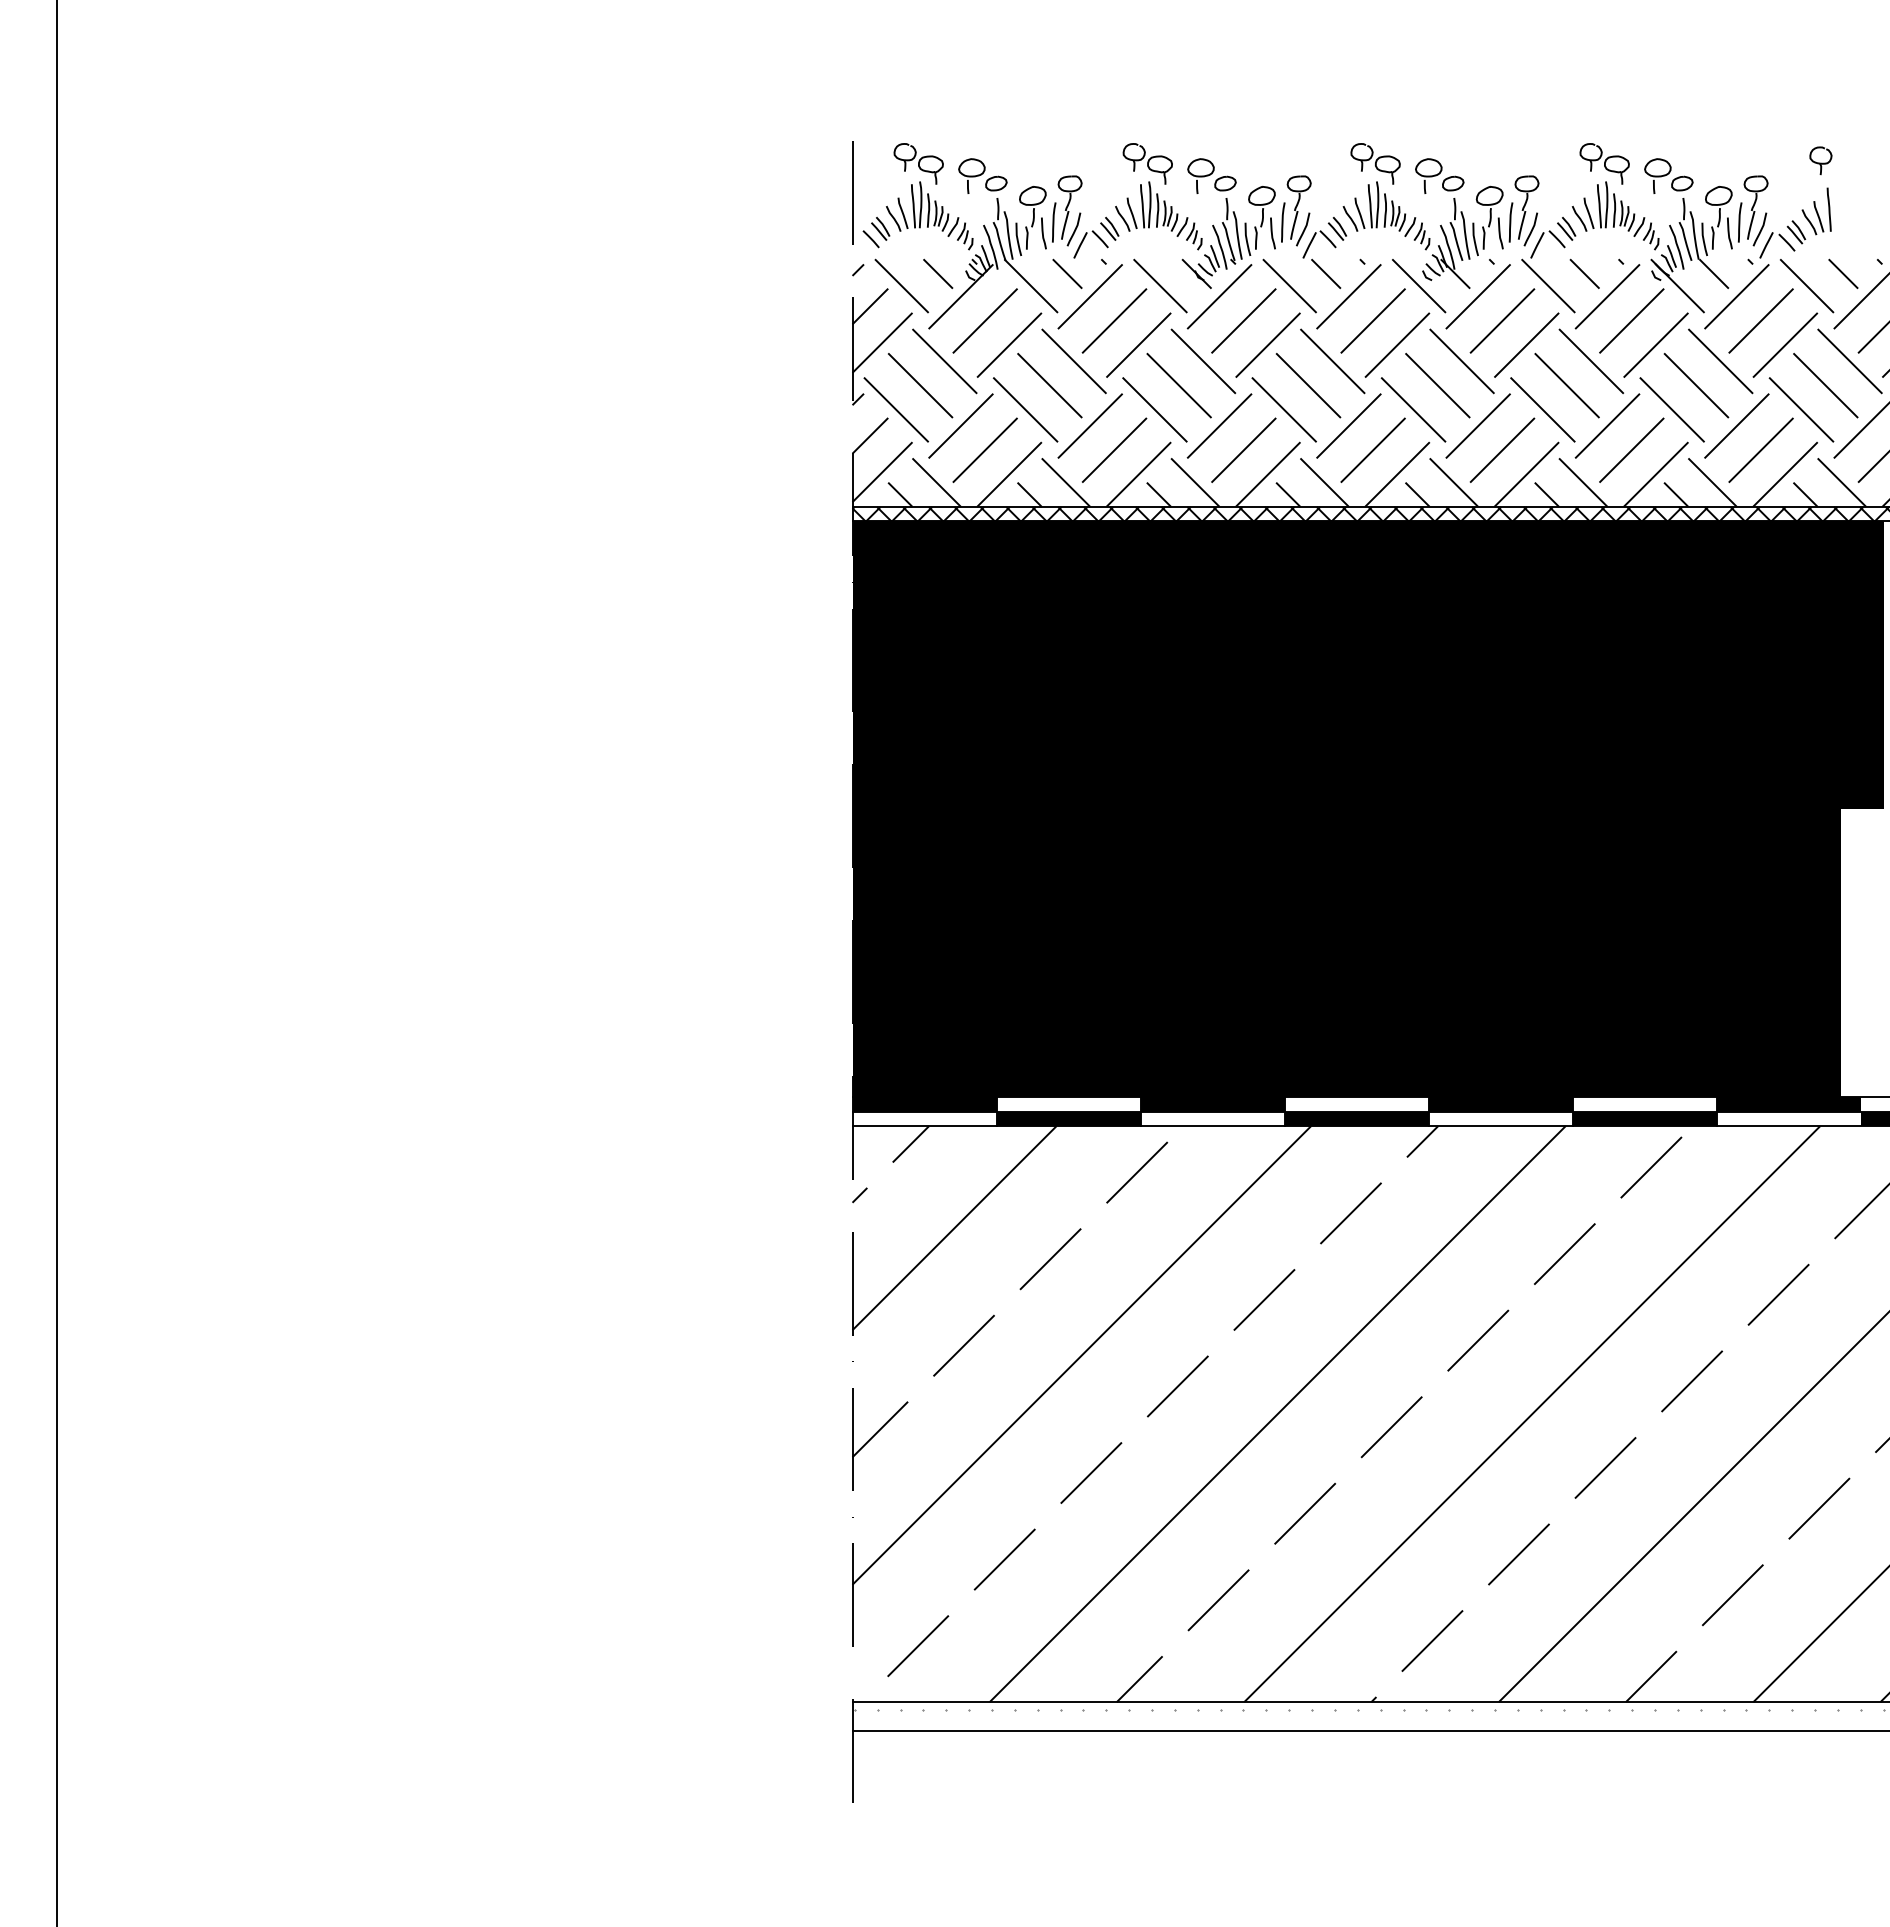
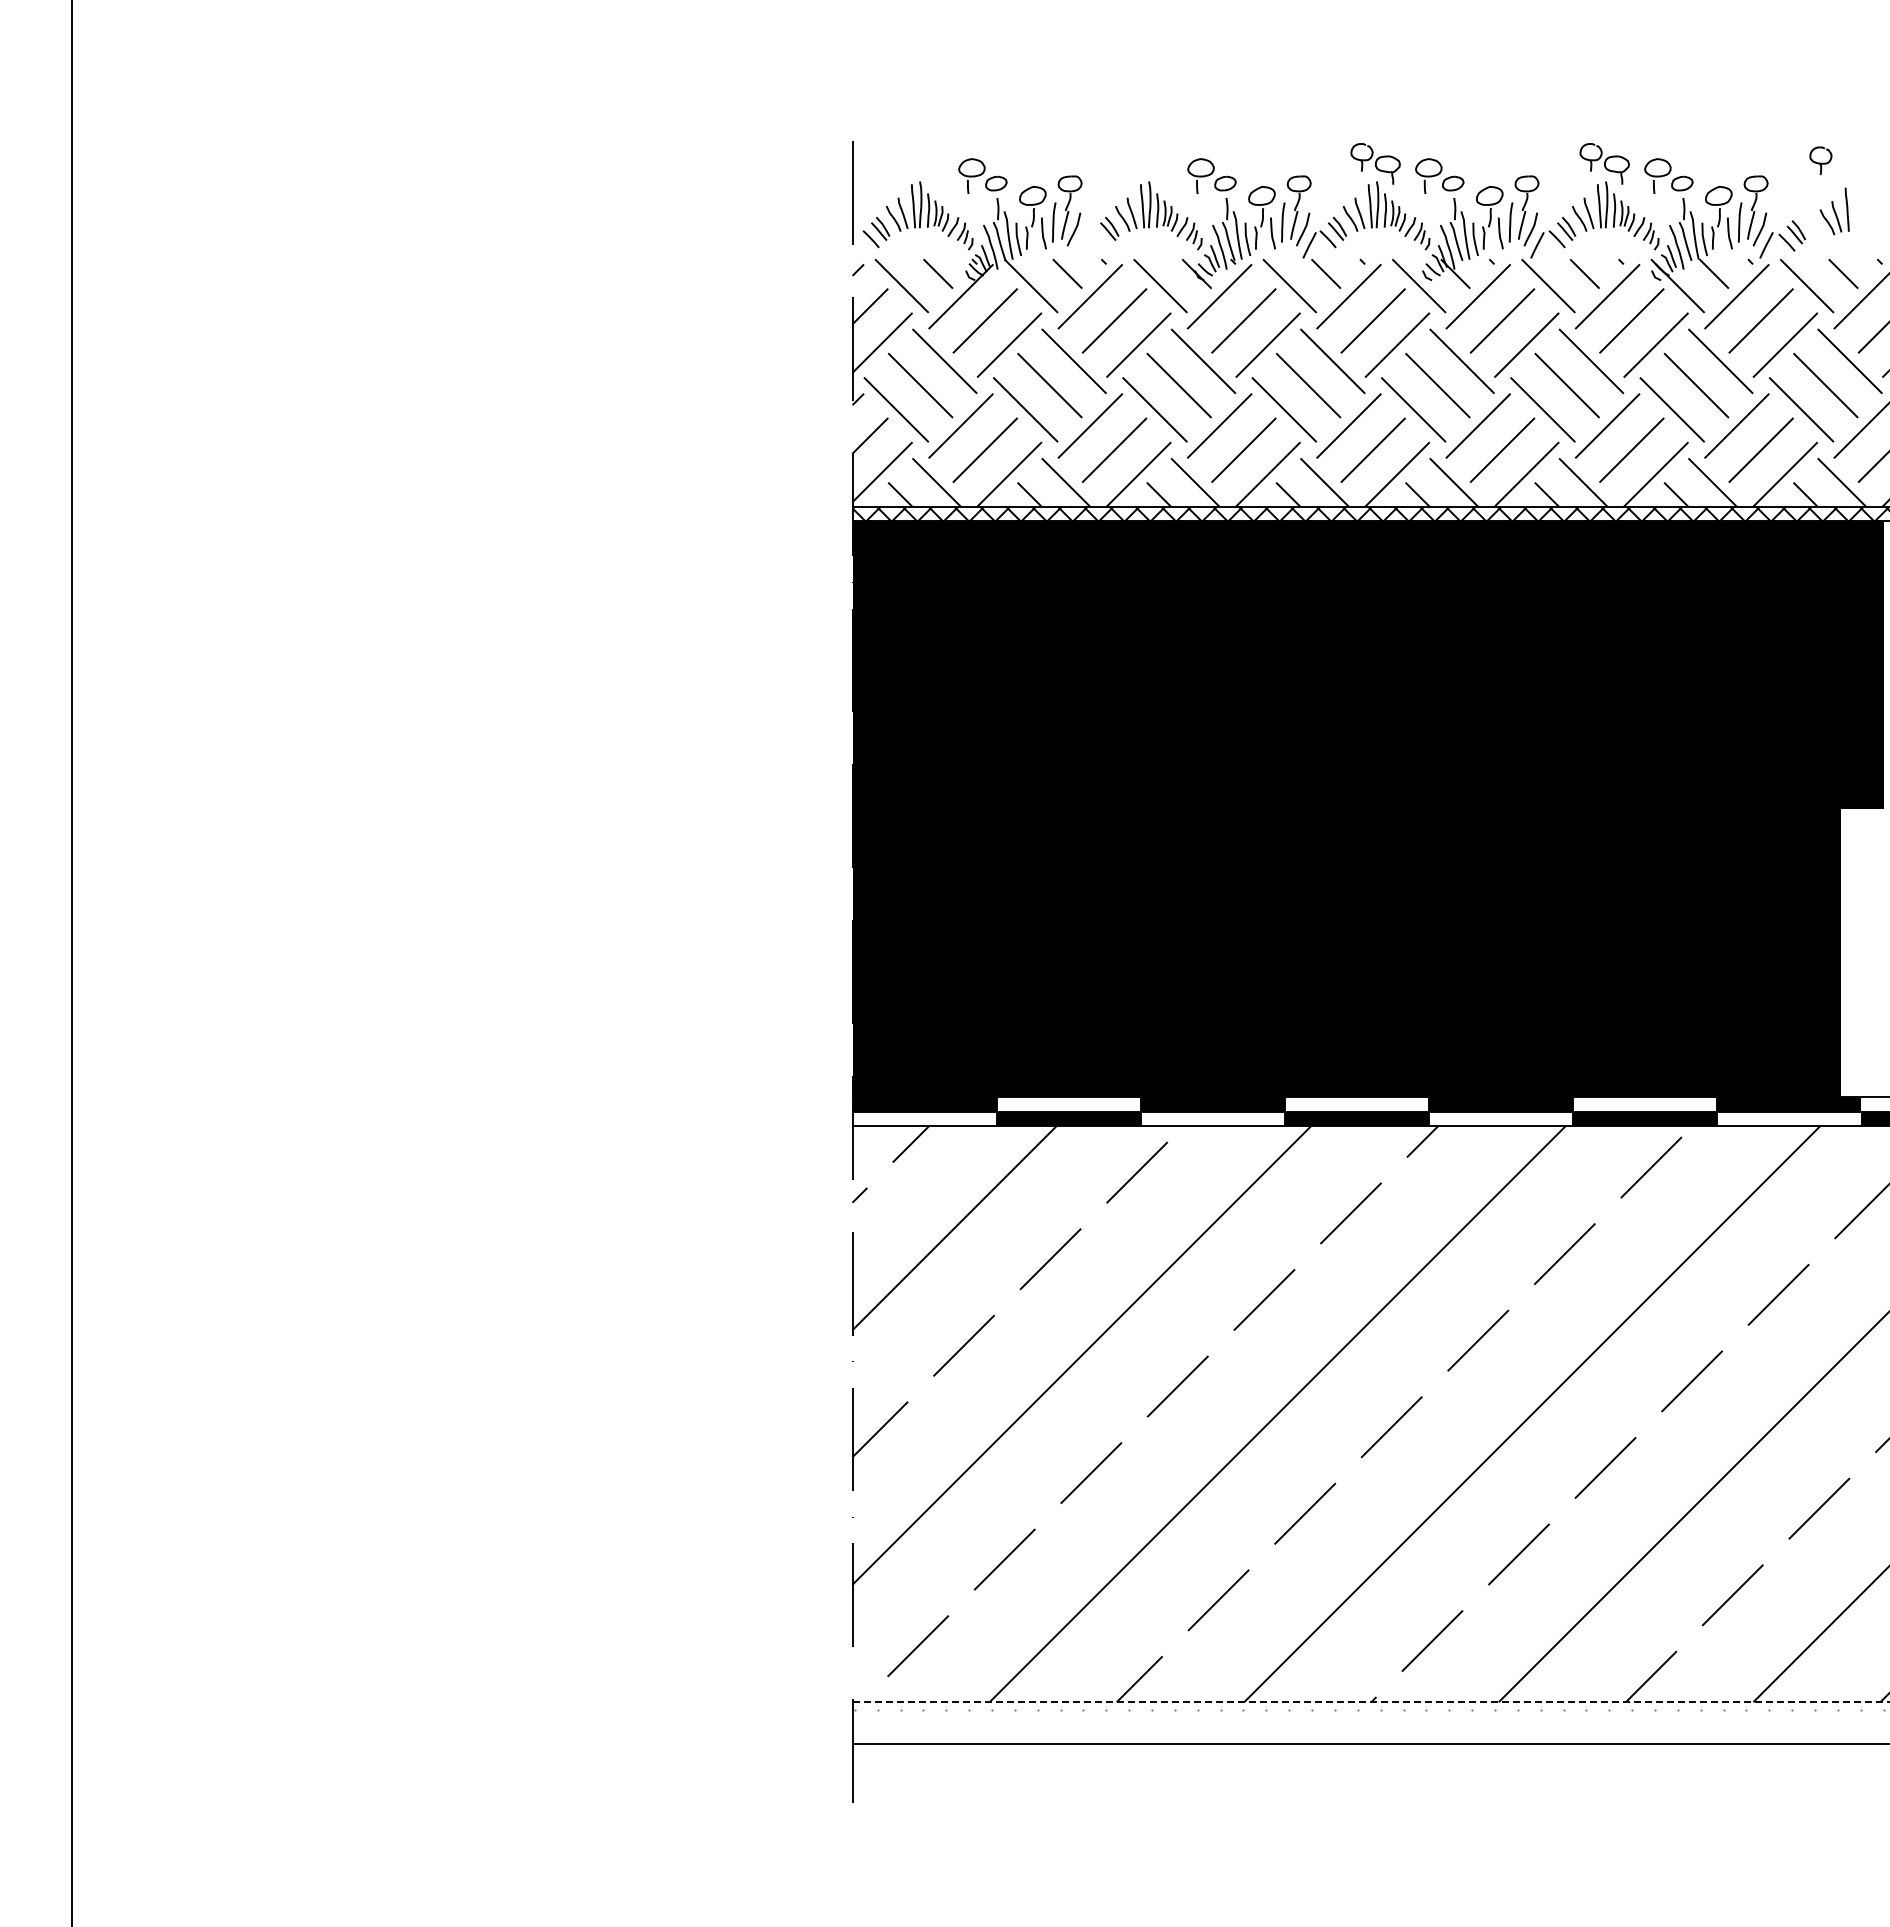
part at (918, 163): present -> none
part at (1147, 163): present -> none
part at (1816, 211) position: (1816, 211) -> (1834, 211)
part at (1083, 241): present -> none
line at (56, 962) position: (56, 962) -> (71, 962)
line at (1371, 1702): solid -> dashed
line at (1369, 1730) position: (1369, 1730) -> (1369, 1743)
